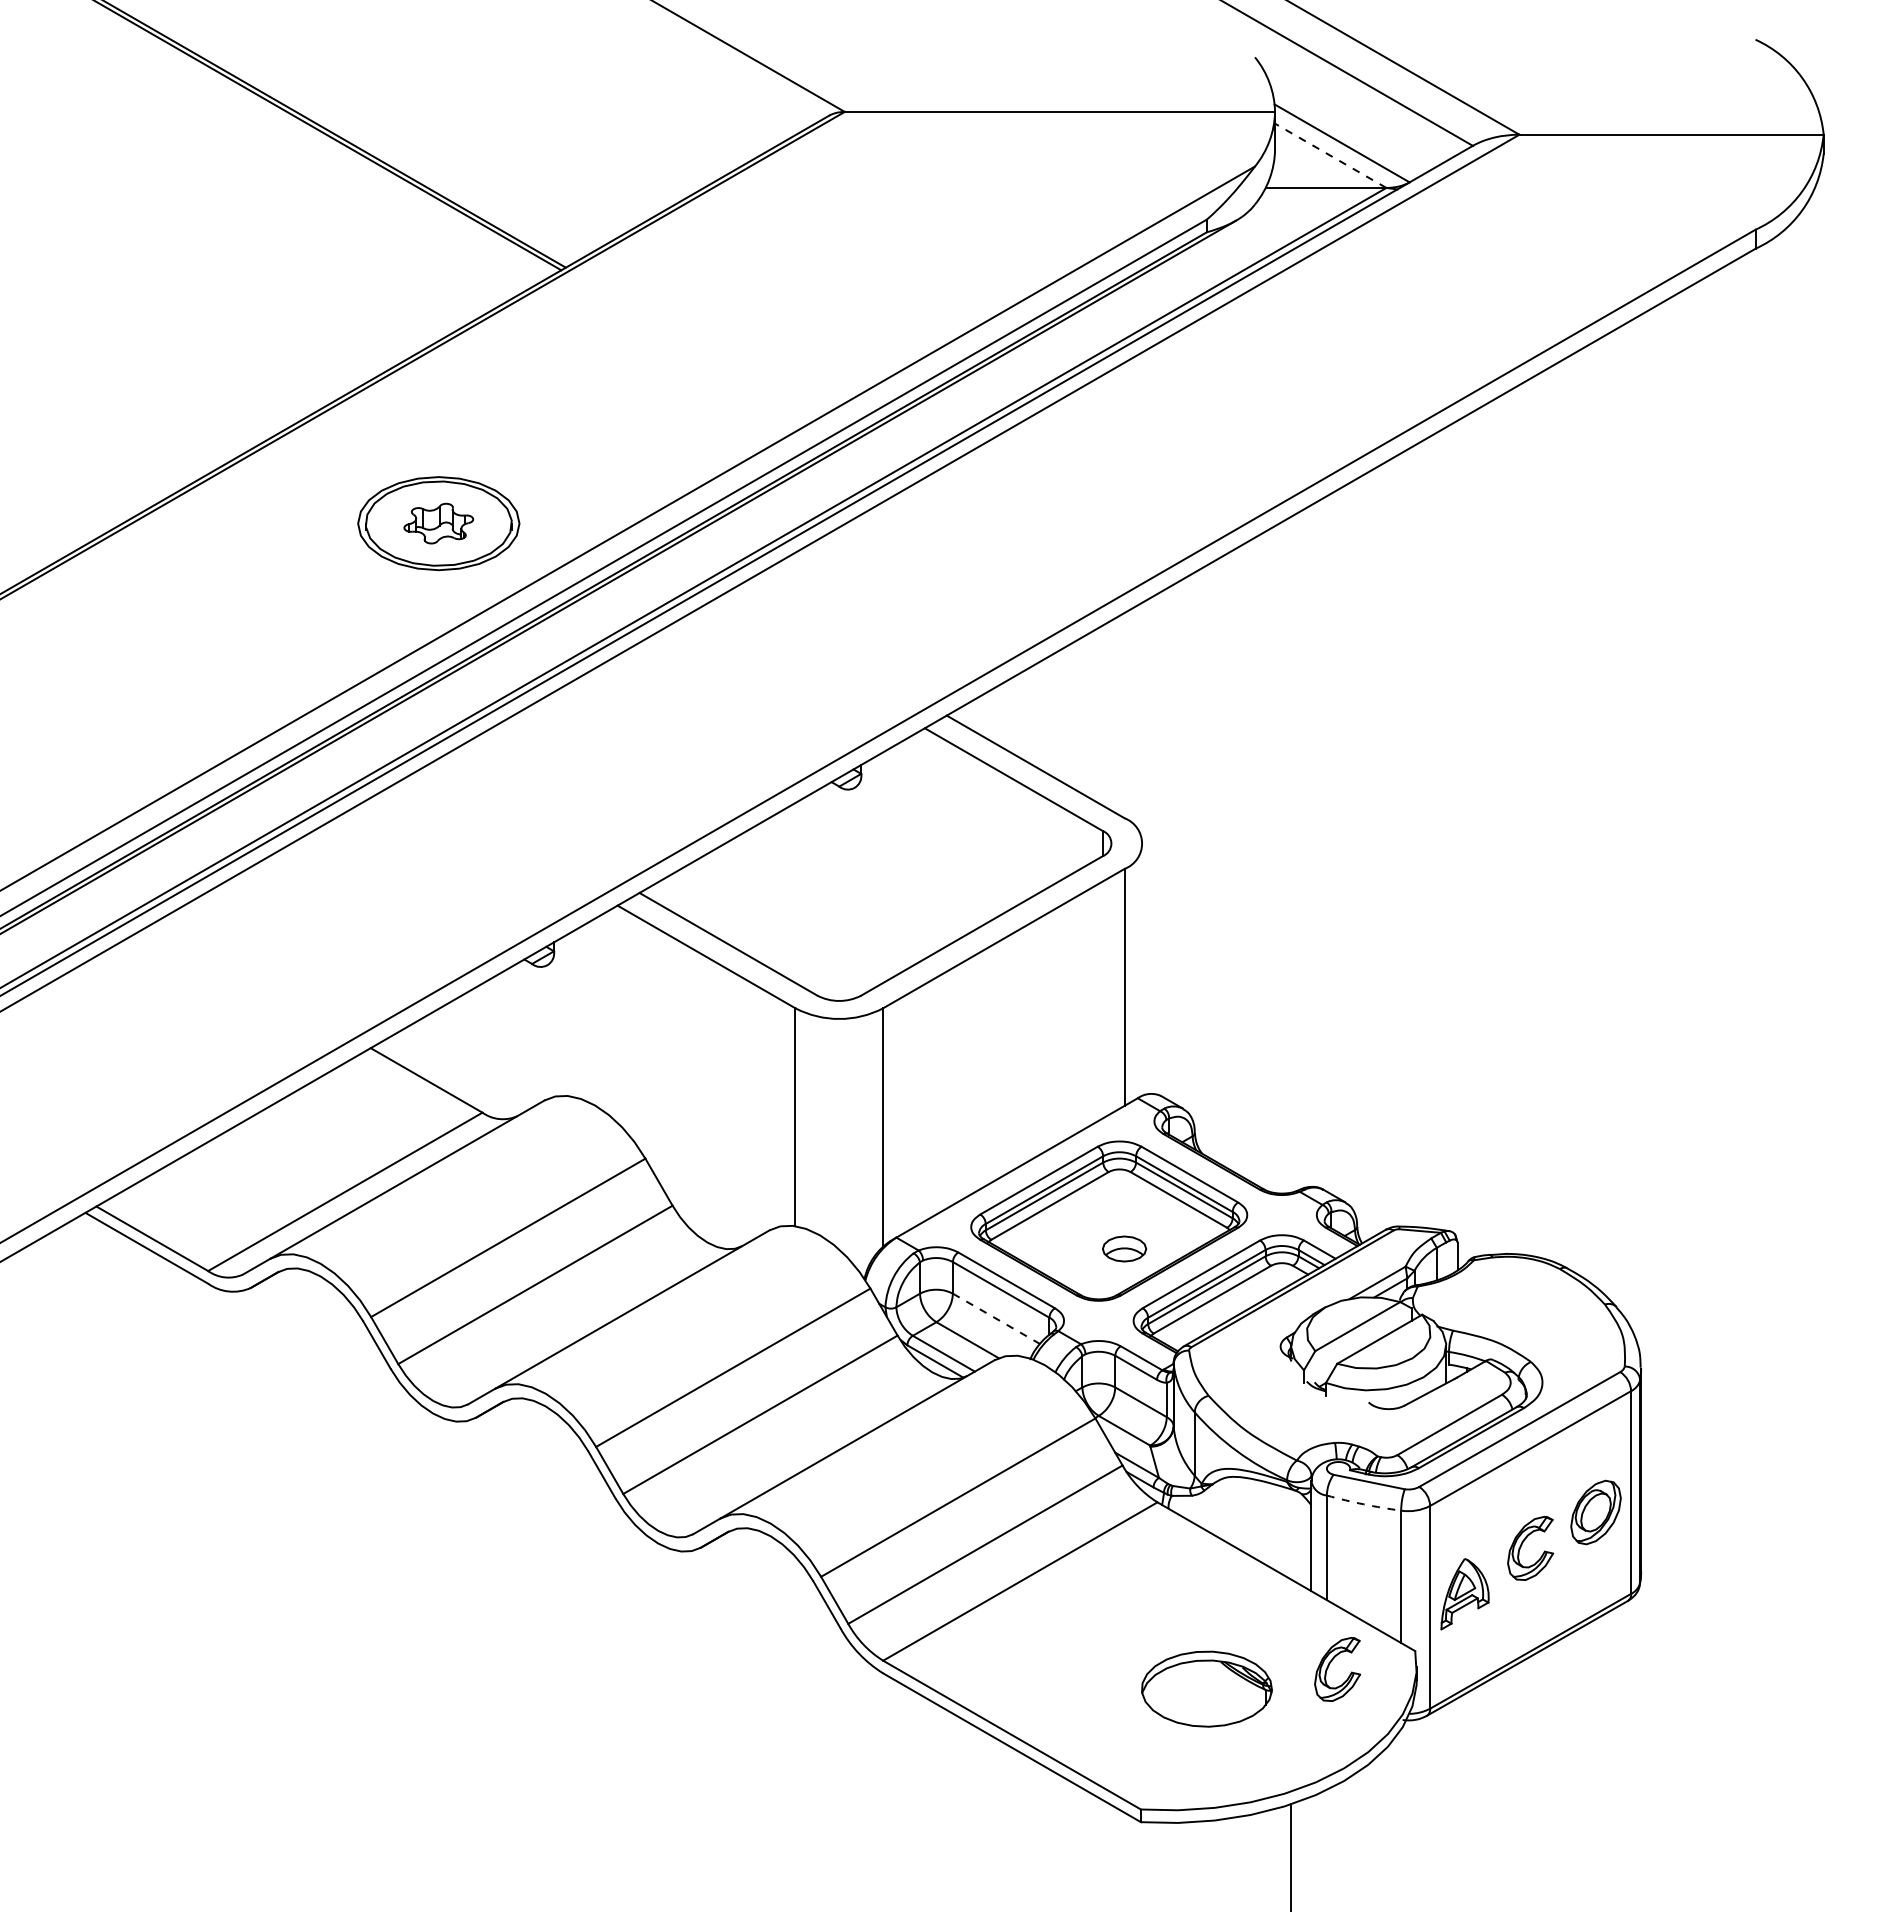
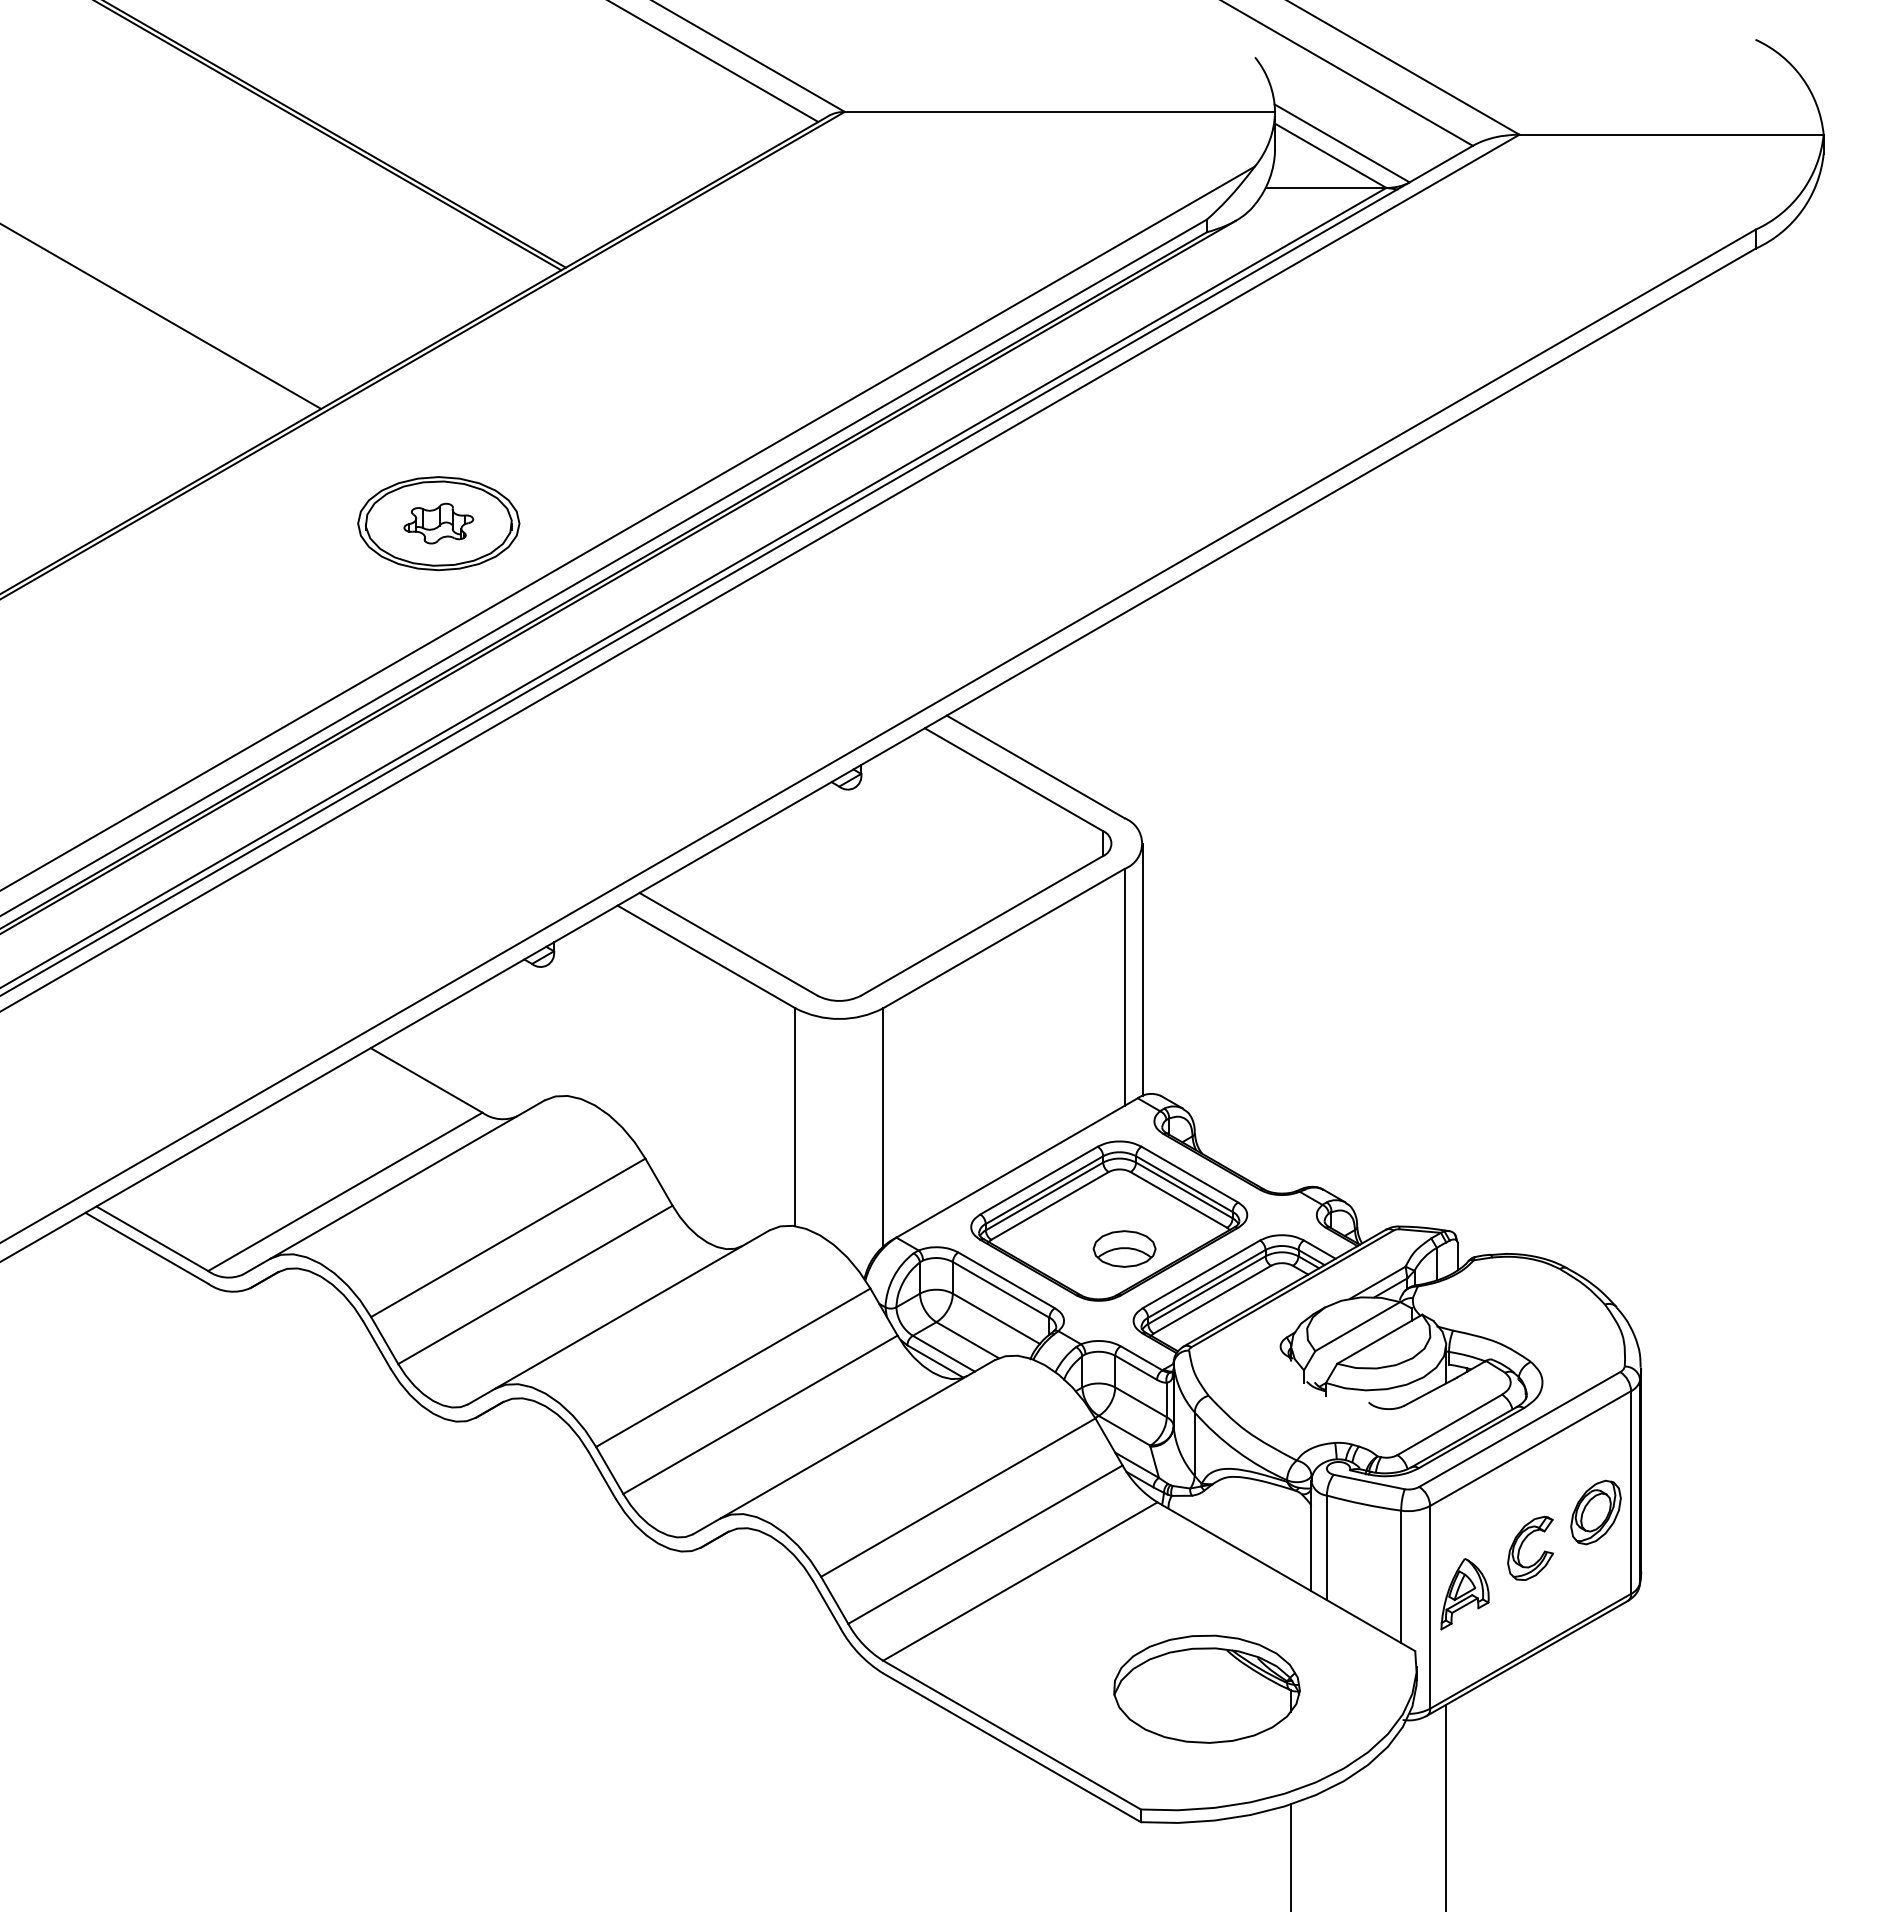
line at (714, 61): none -> present
line at (1330, 155): dashed -> solid
line at (161, 316): none -> present
line at (1142, 969): none -> present
part at (1124, 1248) size: 46x28 px -> 65x38 px
line at (996, 1319): dashed -> solid
arc at (1363, 1504): dashed -> solid
part at (1329, 1666): present -> none
part at (1206, 1688) size: 132x78 px -> 188x110 px
line at (1446, 1806): none -> present
